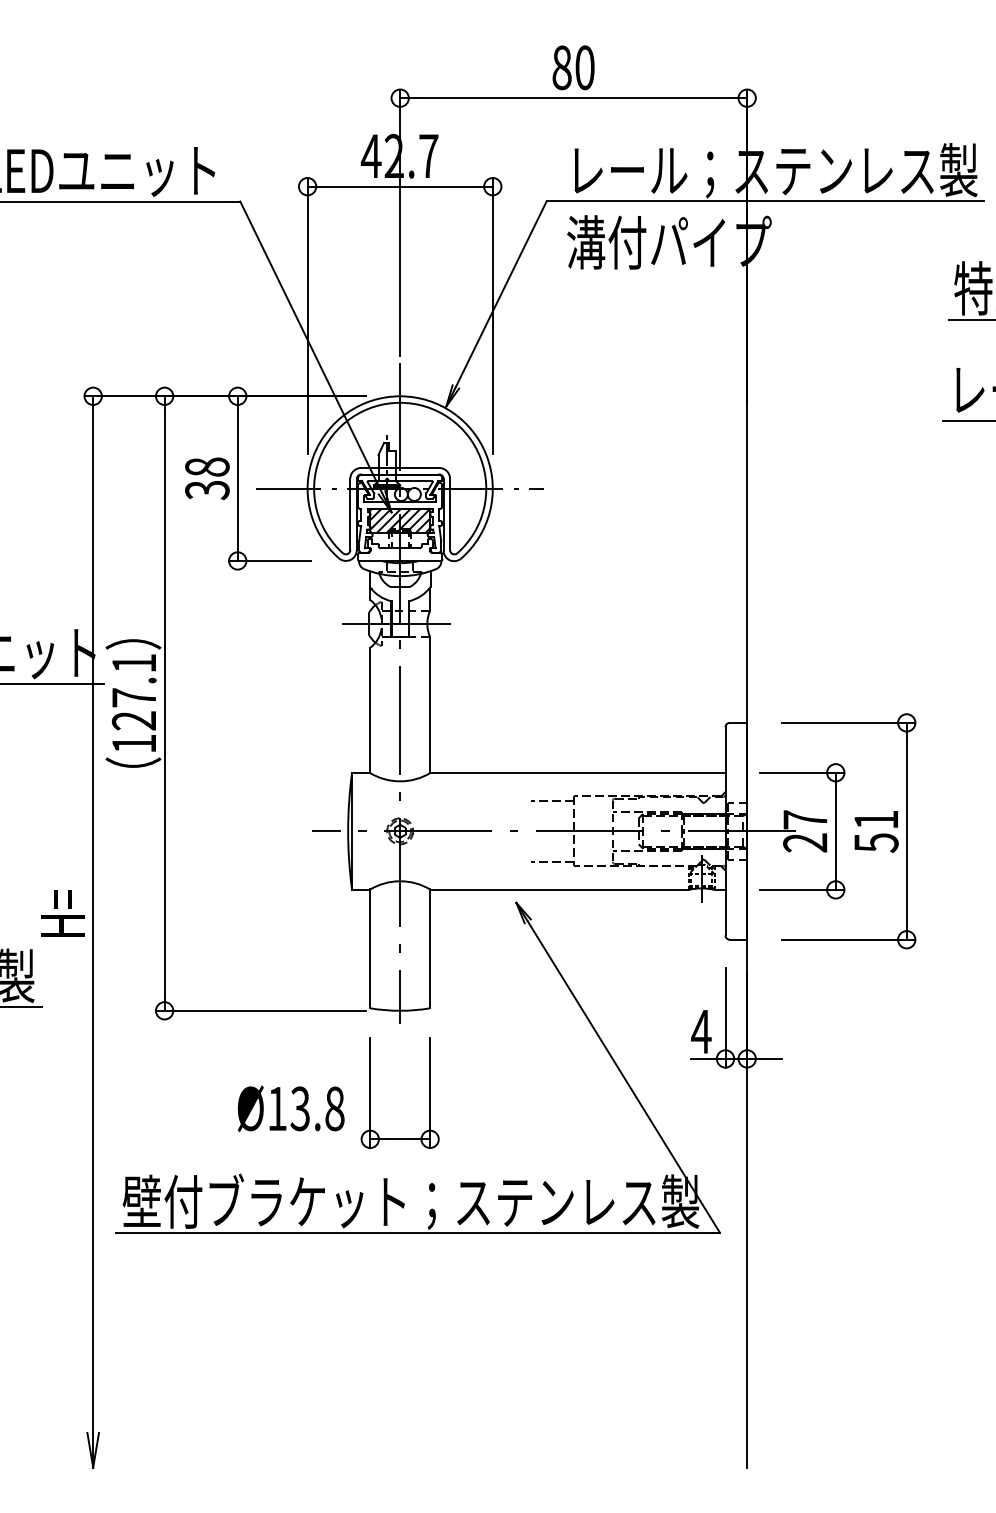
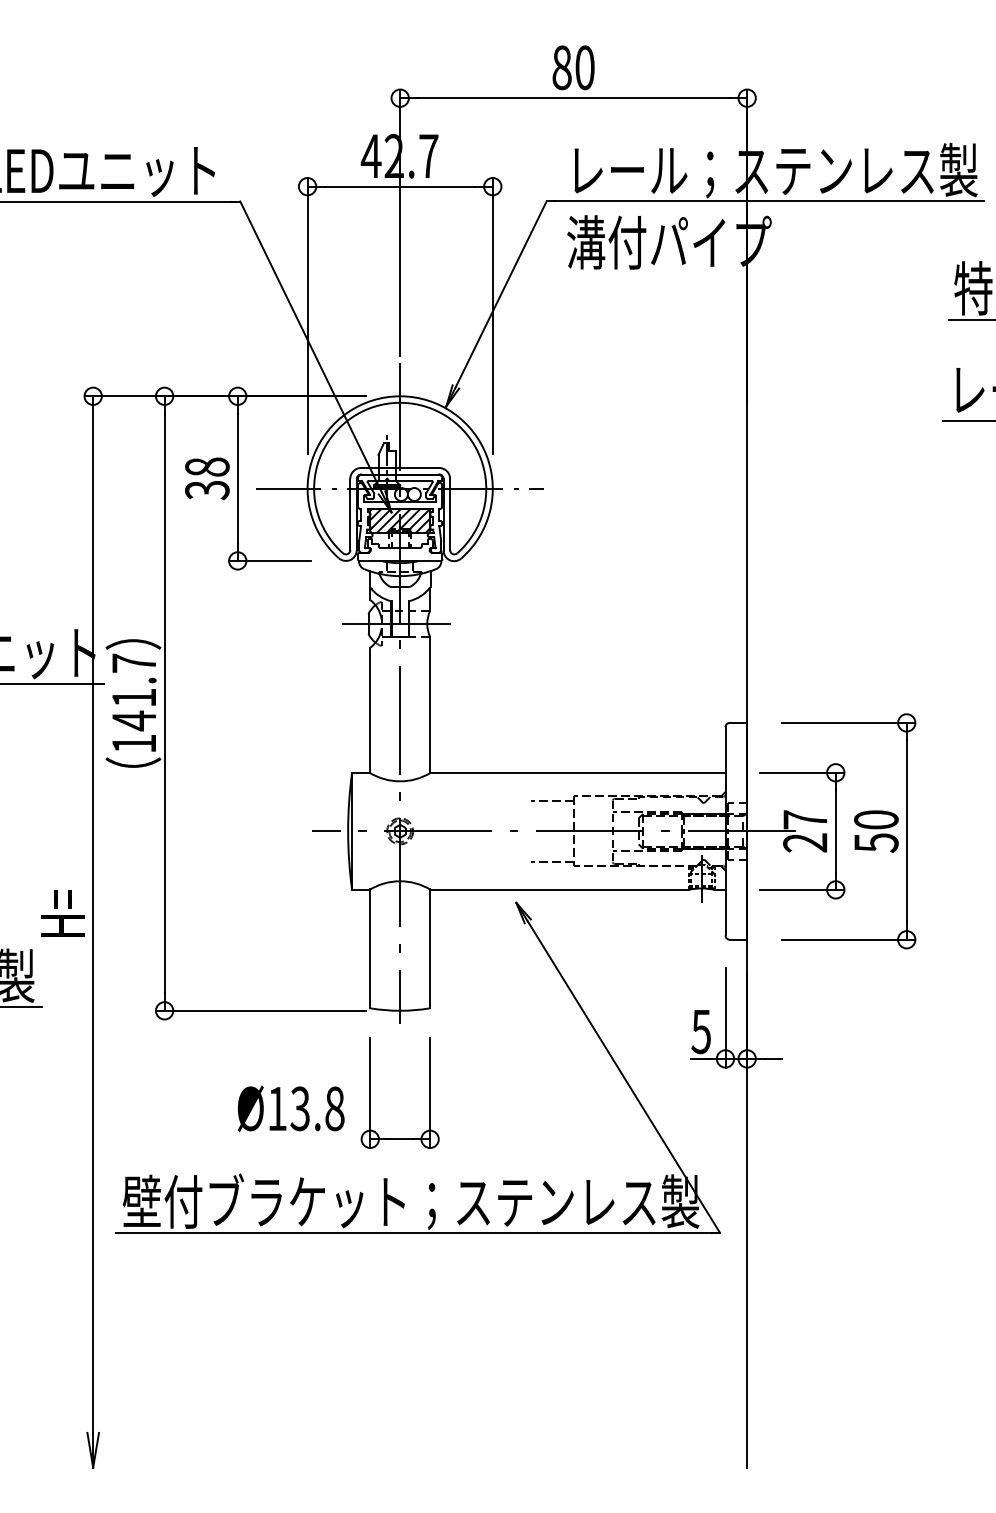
text at (133, 692): 127.1 -> 141.7
text at (876, 819): 51 -> 50
text at (700, 1032): 4 -> 5
